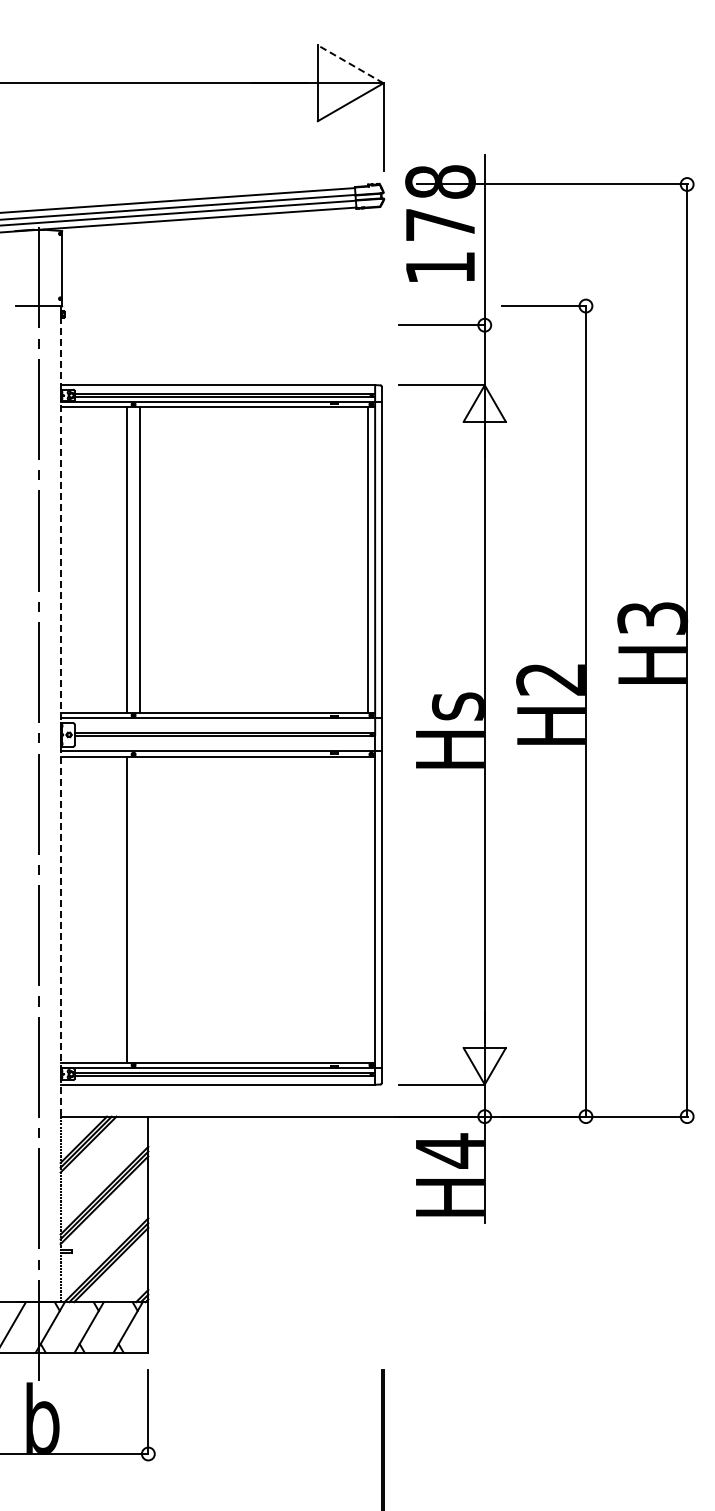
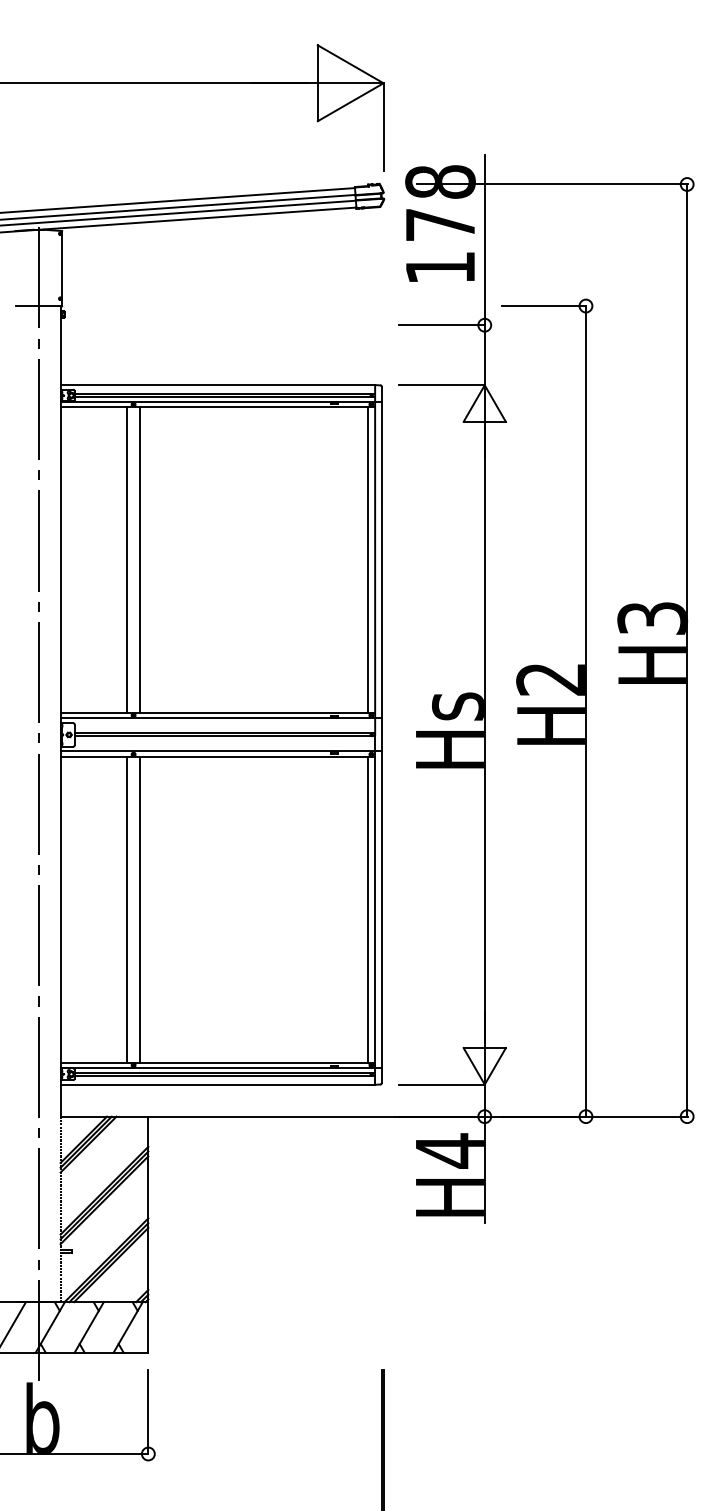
line at (350, 64): dashed -> solid
line at (60, 712): dashed -> solid
line at (140, 909): none -> present
line at (368, 909): none -> present
